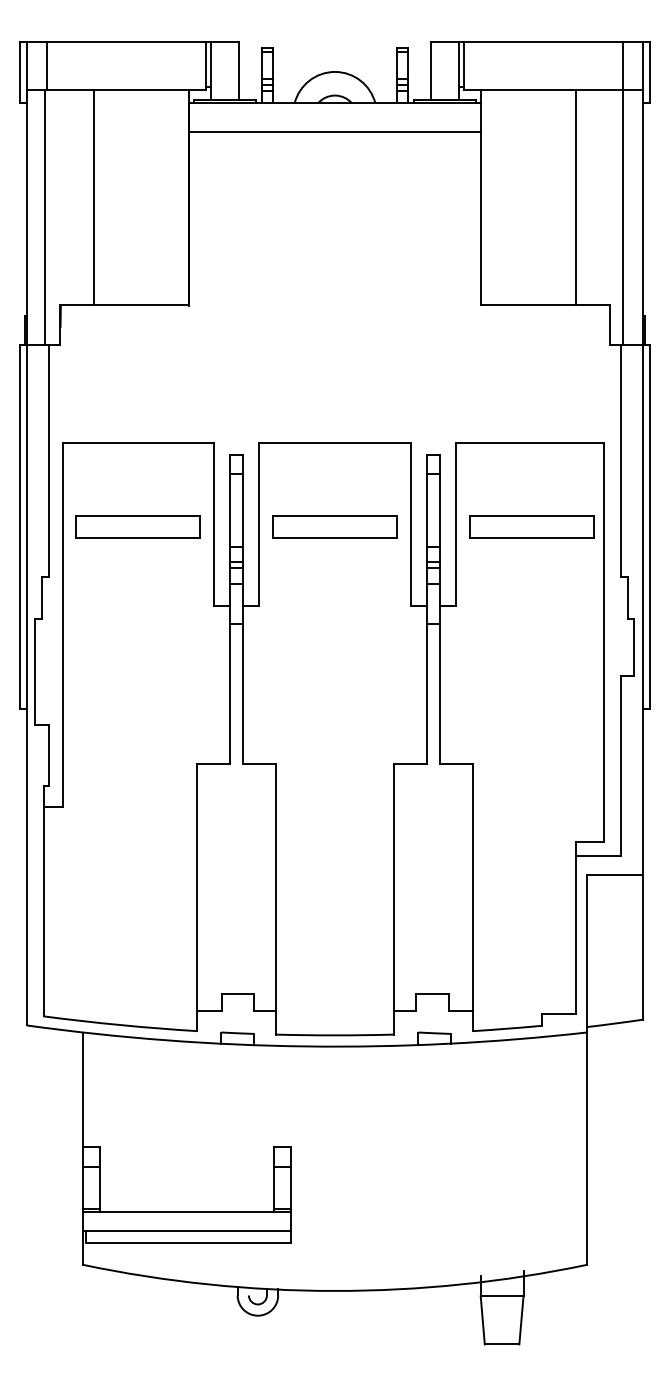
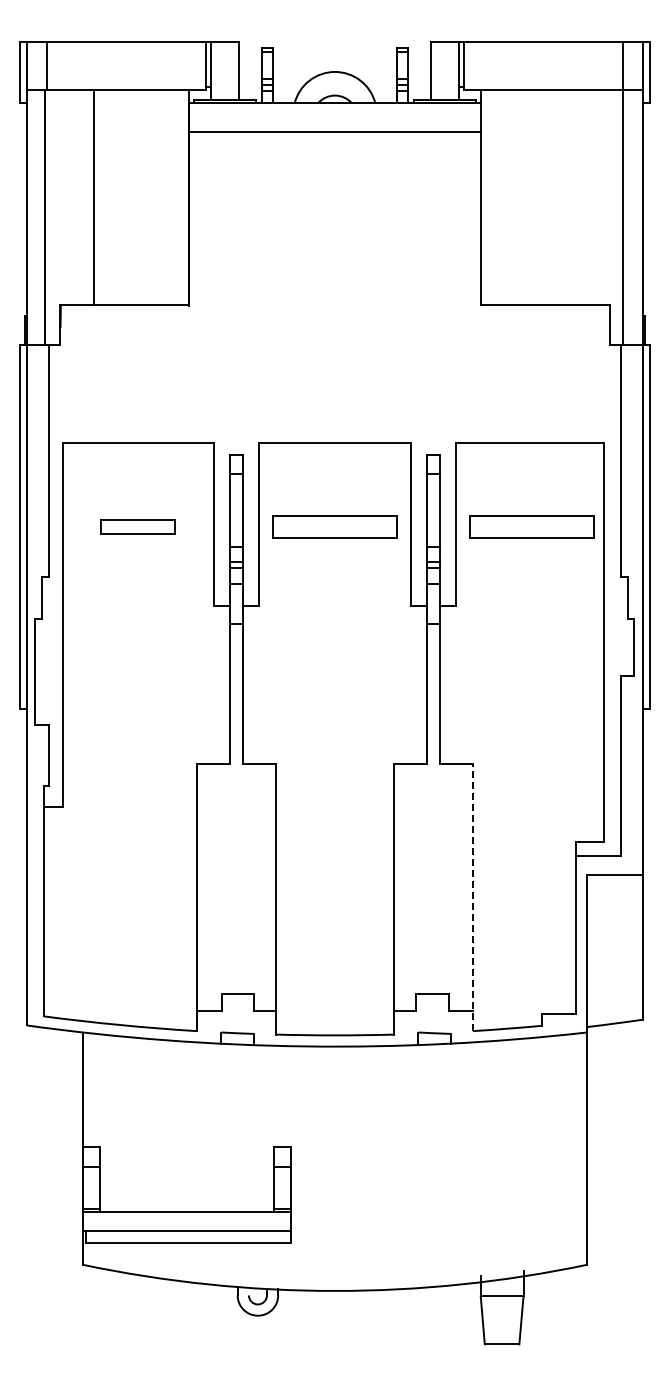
line at (575, 197): present -> none
part at (137, 526) size: 126x24 px -> 76x16 px
line at (472, 897): solid -> dashed
